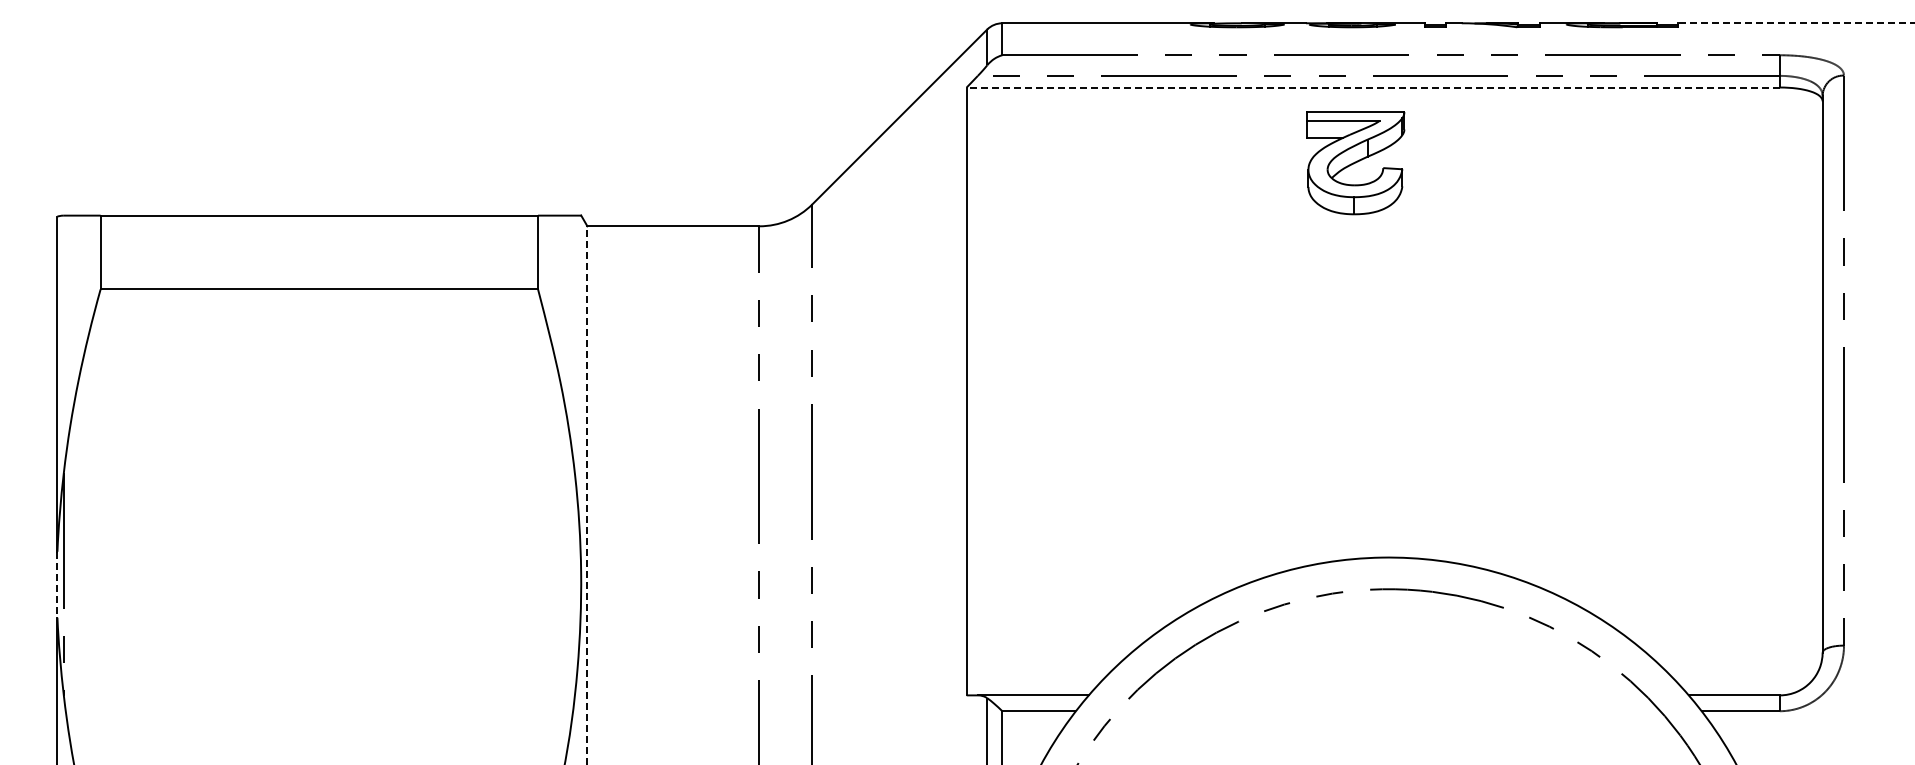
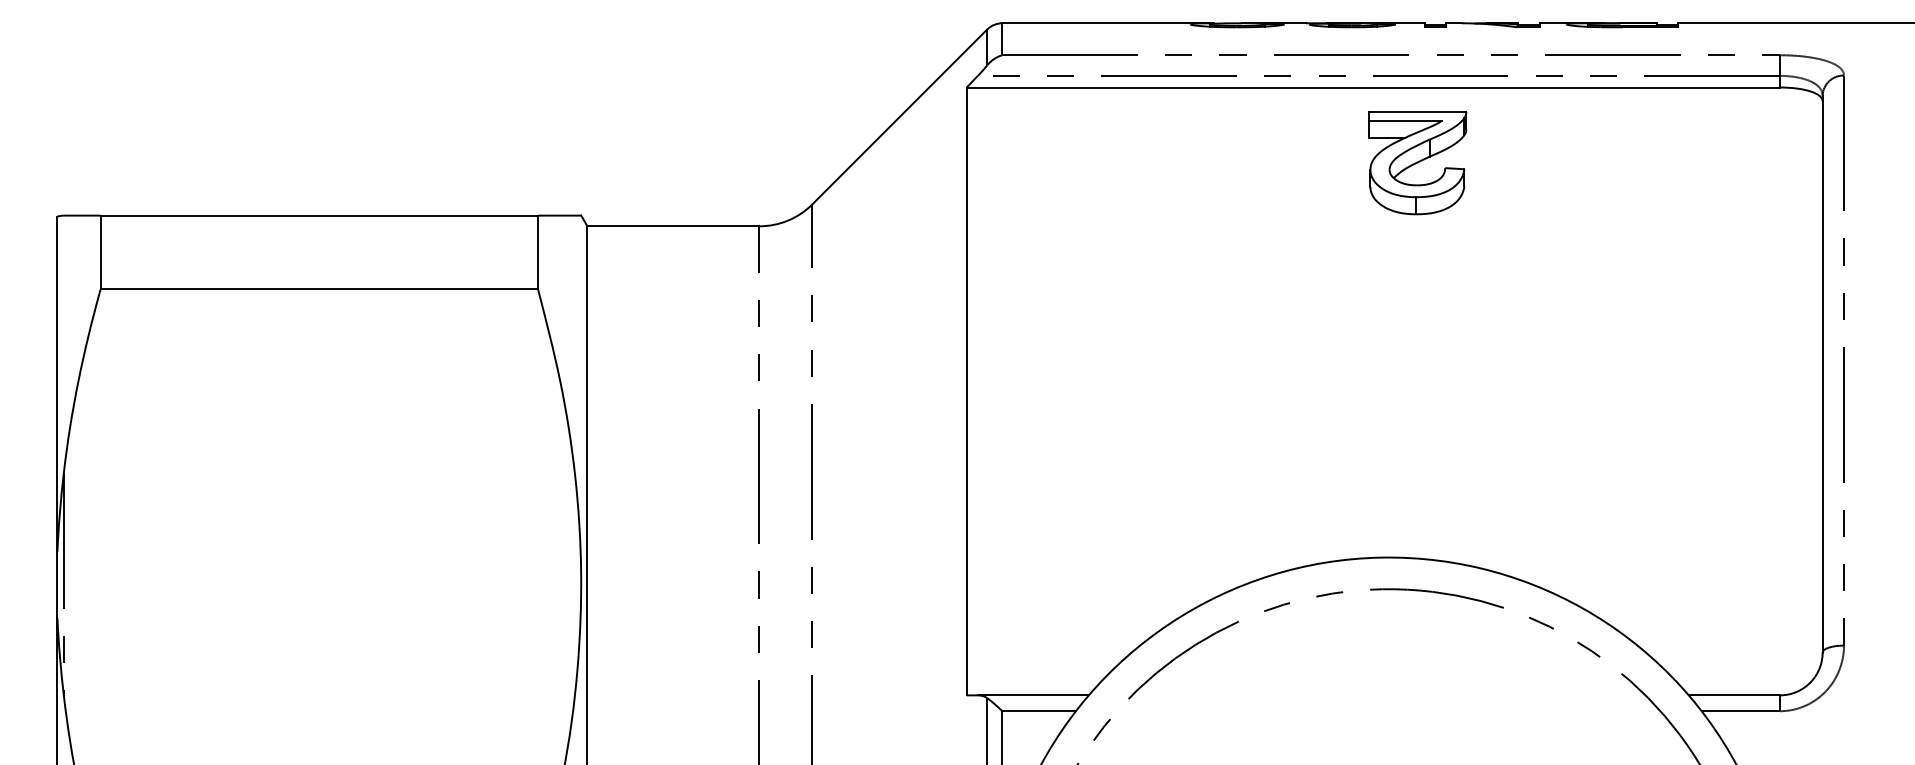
line at (1795, 23): dashed -> solid
line at (1373, 87): dashed -> solid
part at (1355, 163) position: (1355, 163) -> (1417, 163)
line at (587, 495): dashed -> solid
line at (57, 584): dashed -> solid
